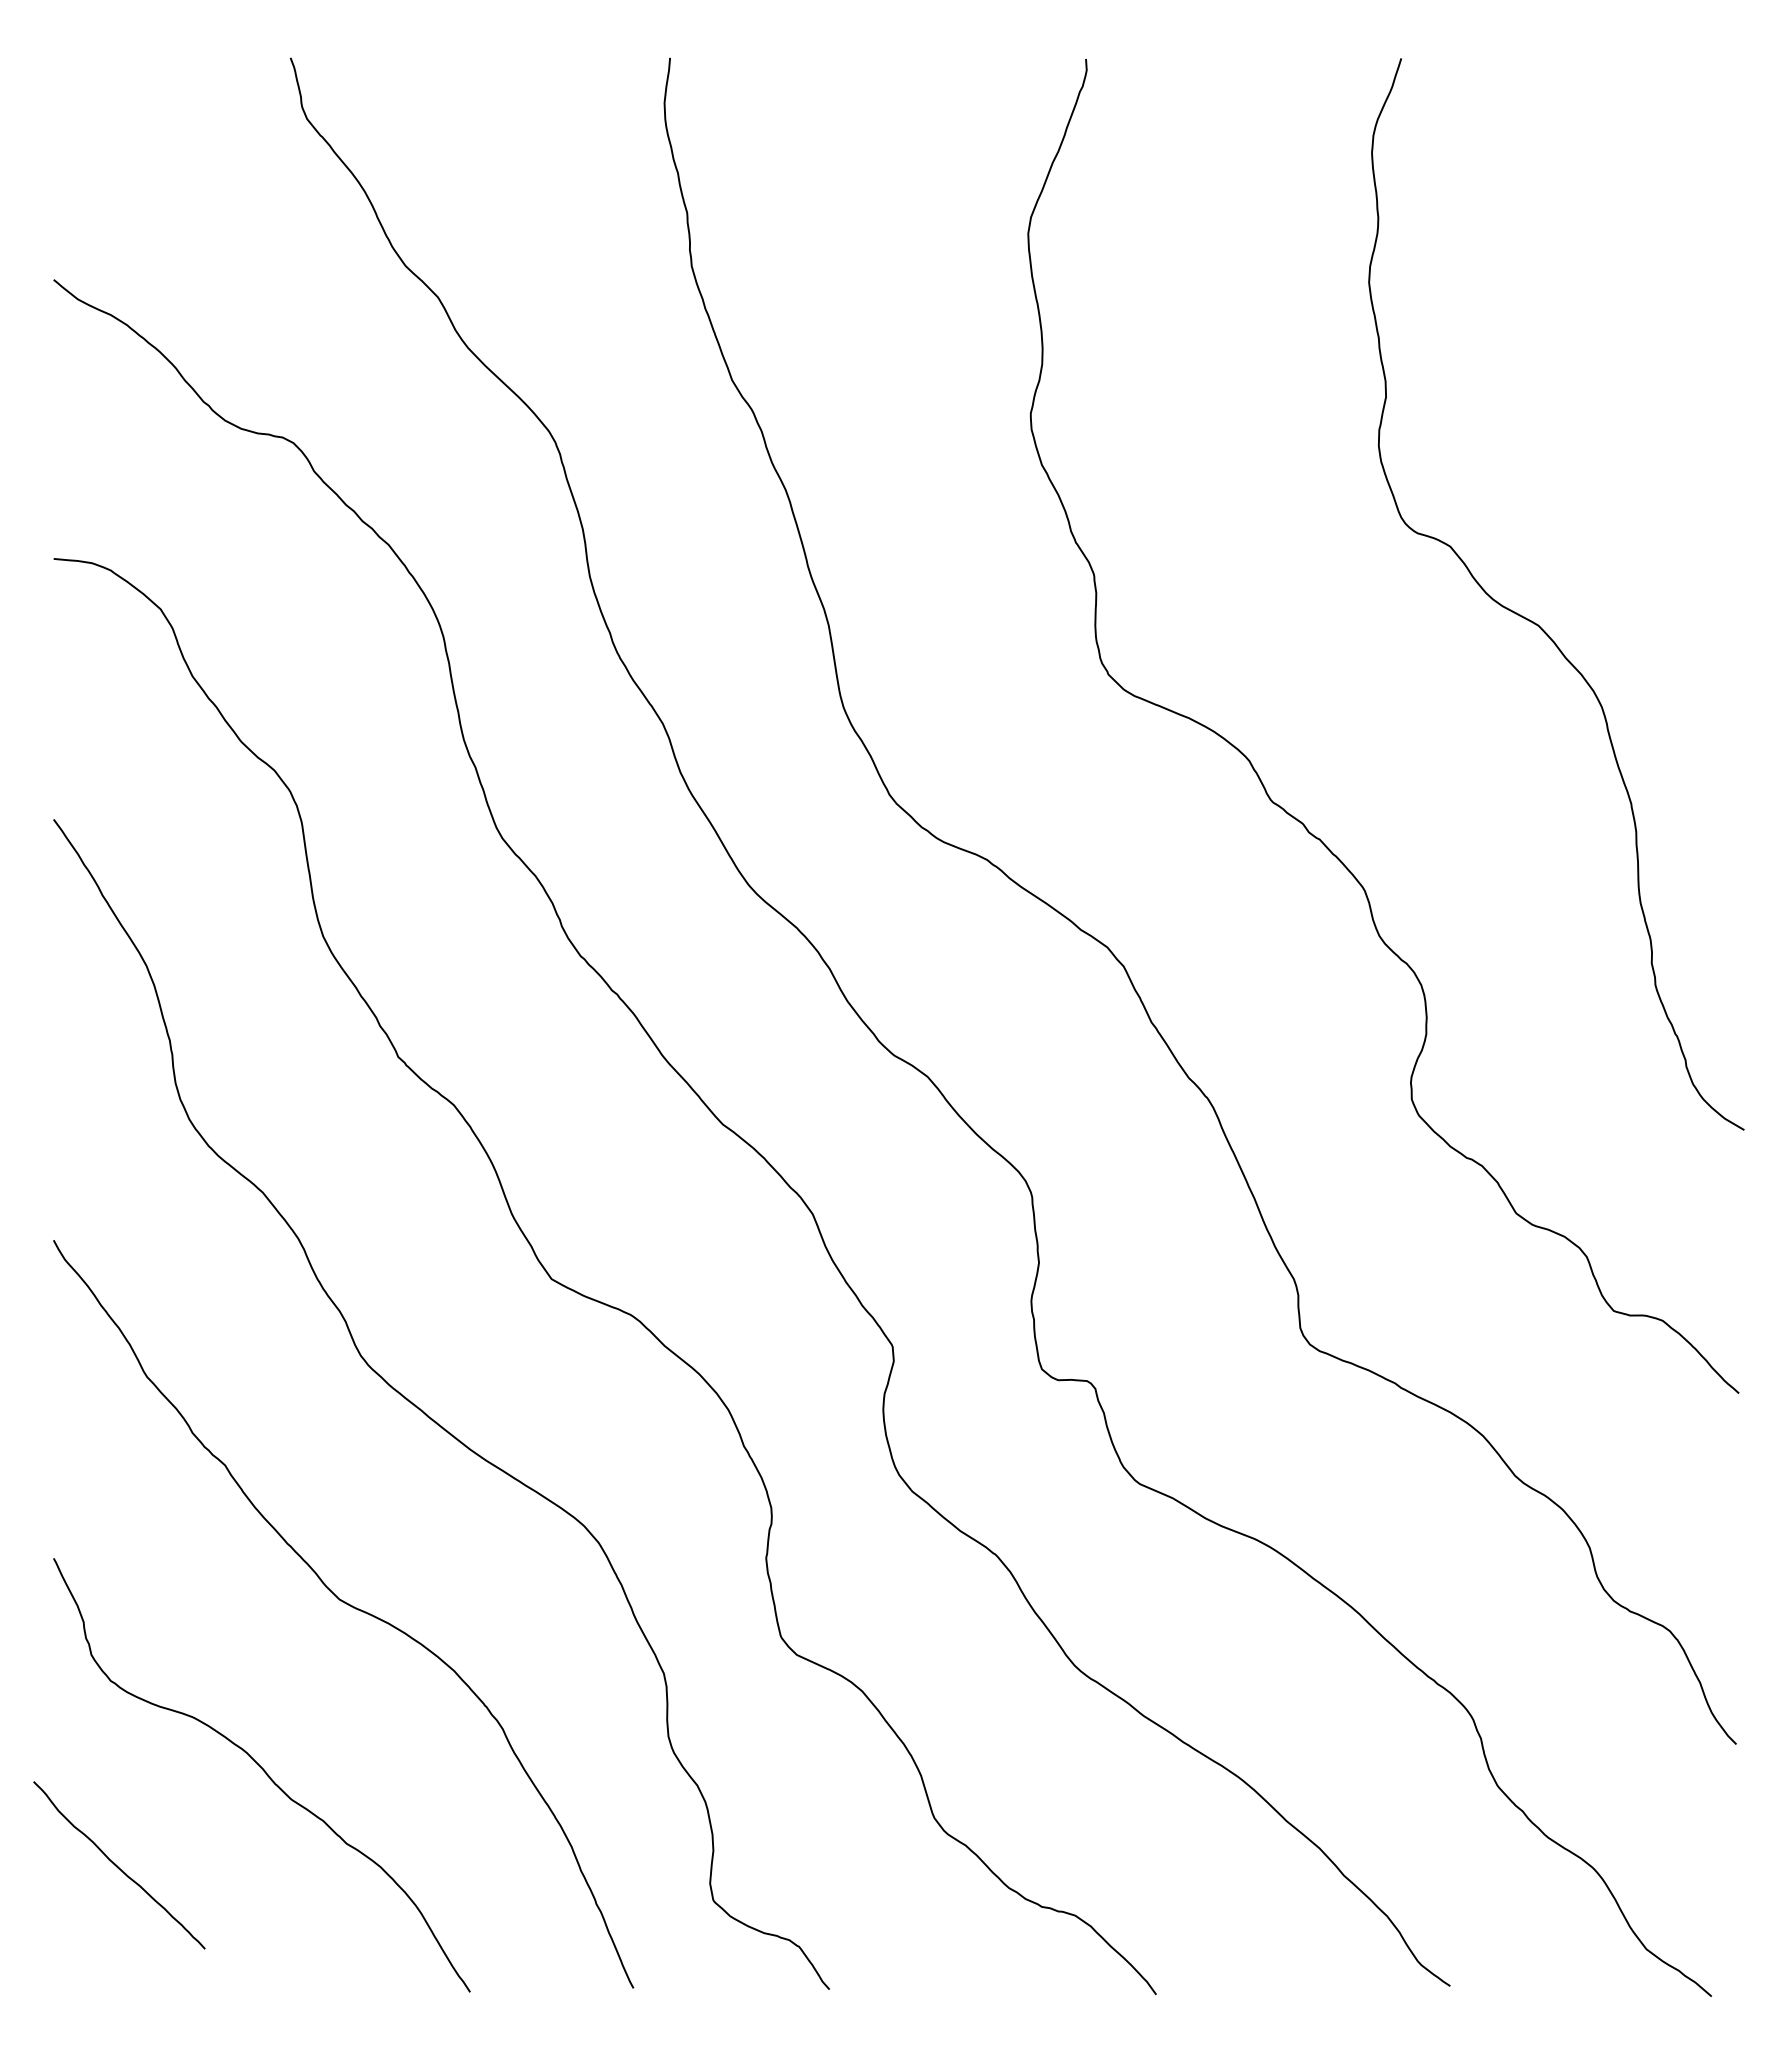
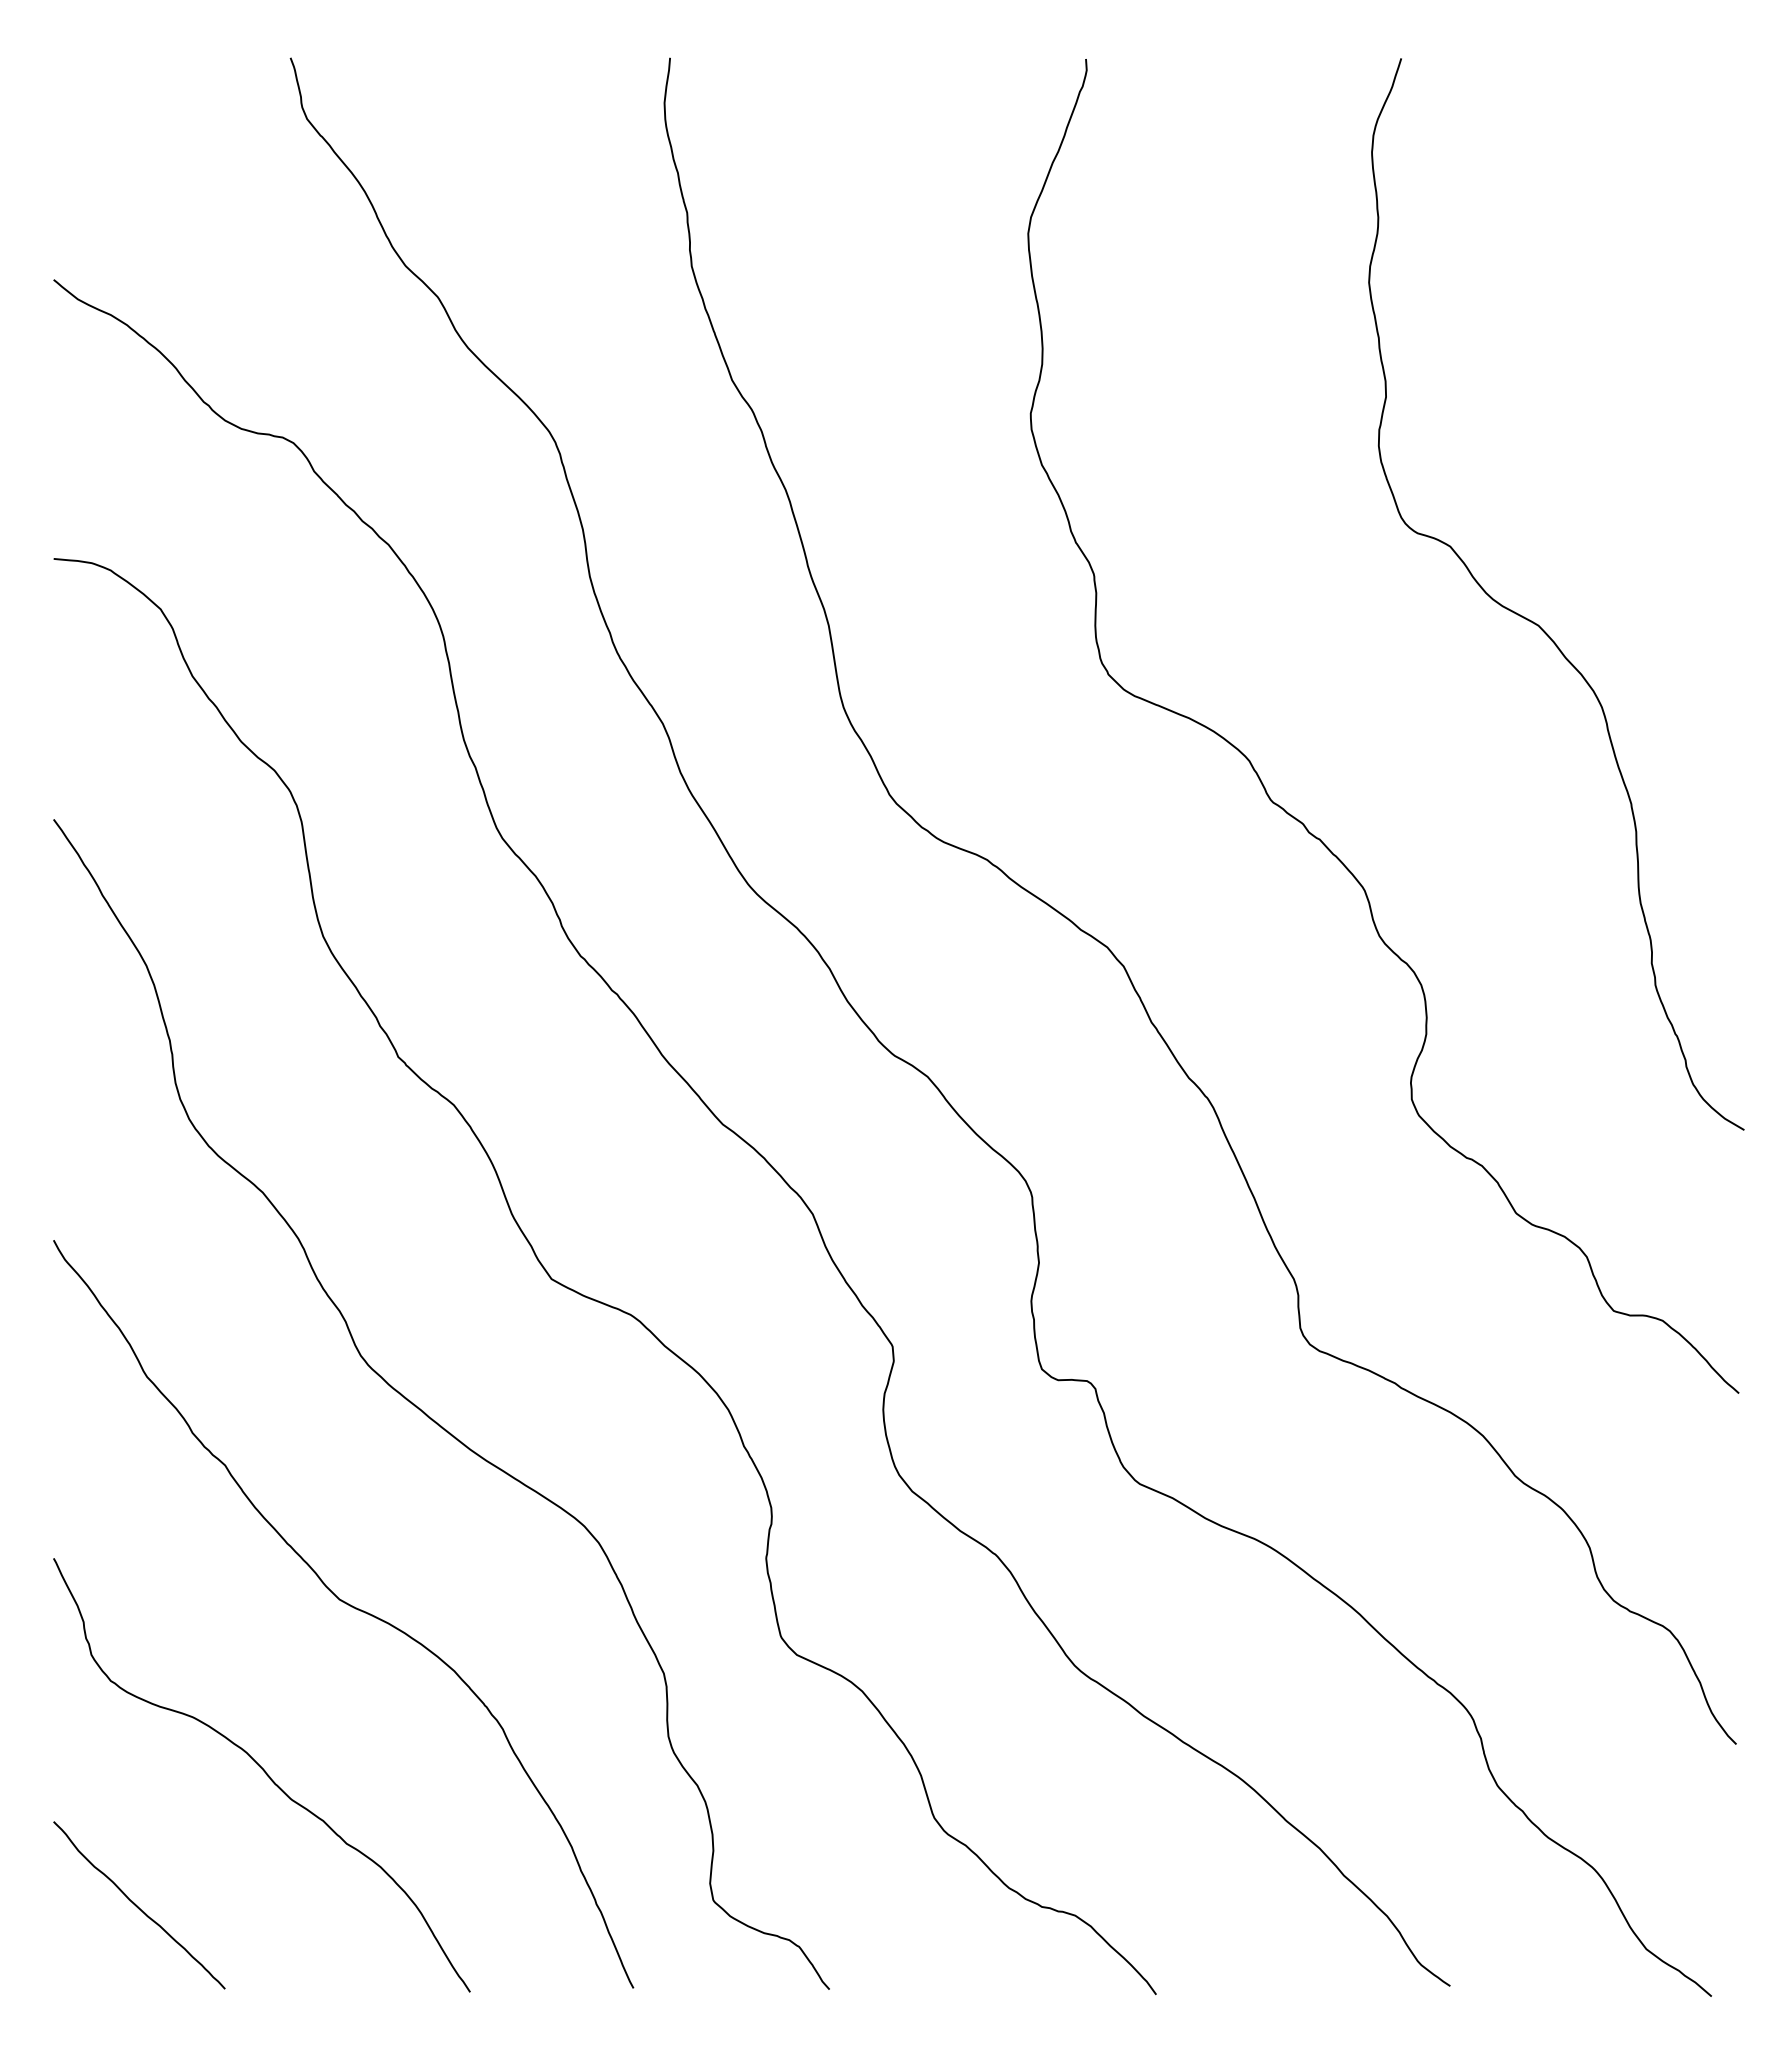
curve at (118, 1866) position: (118, 1866) -> (138, 1906)
